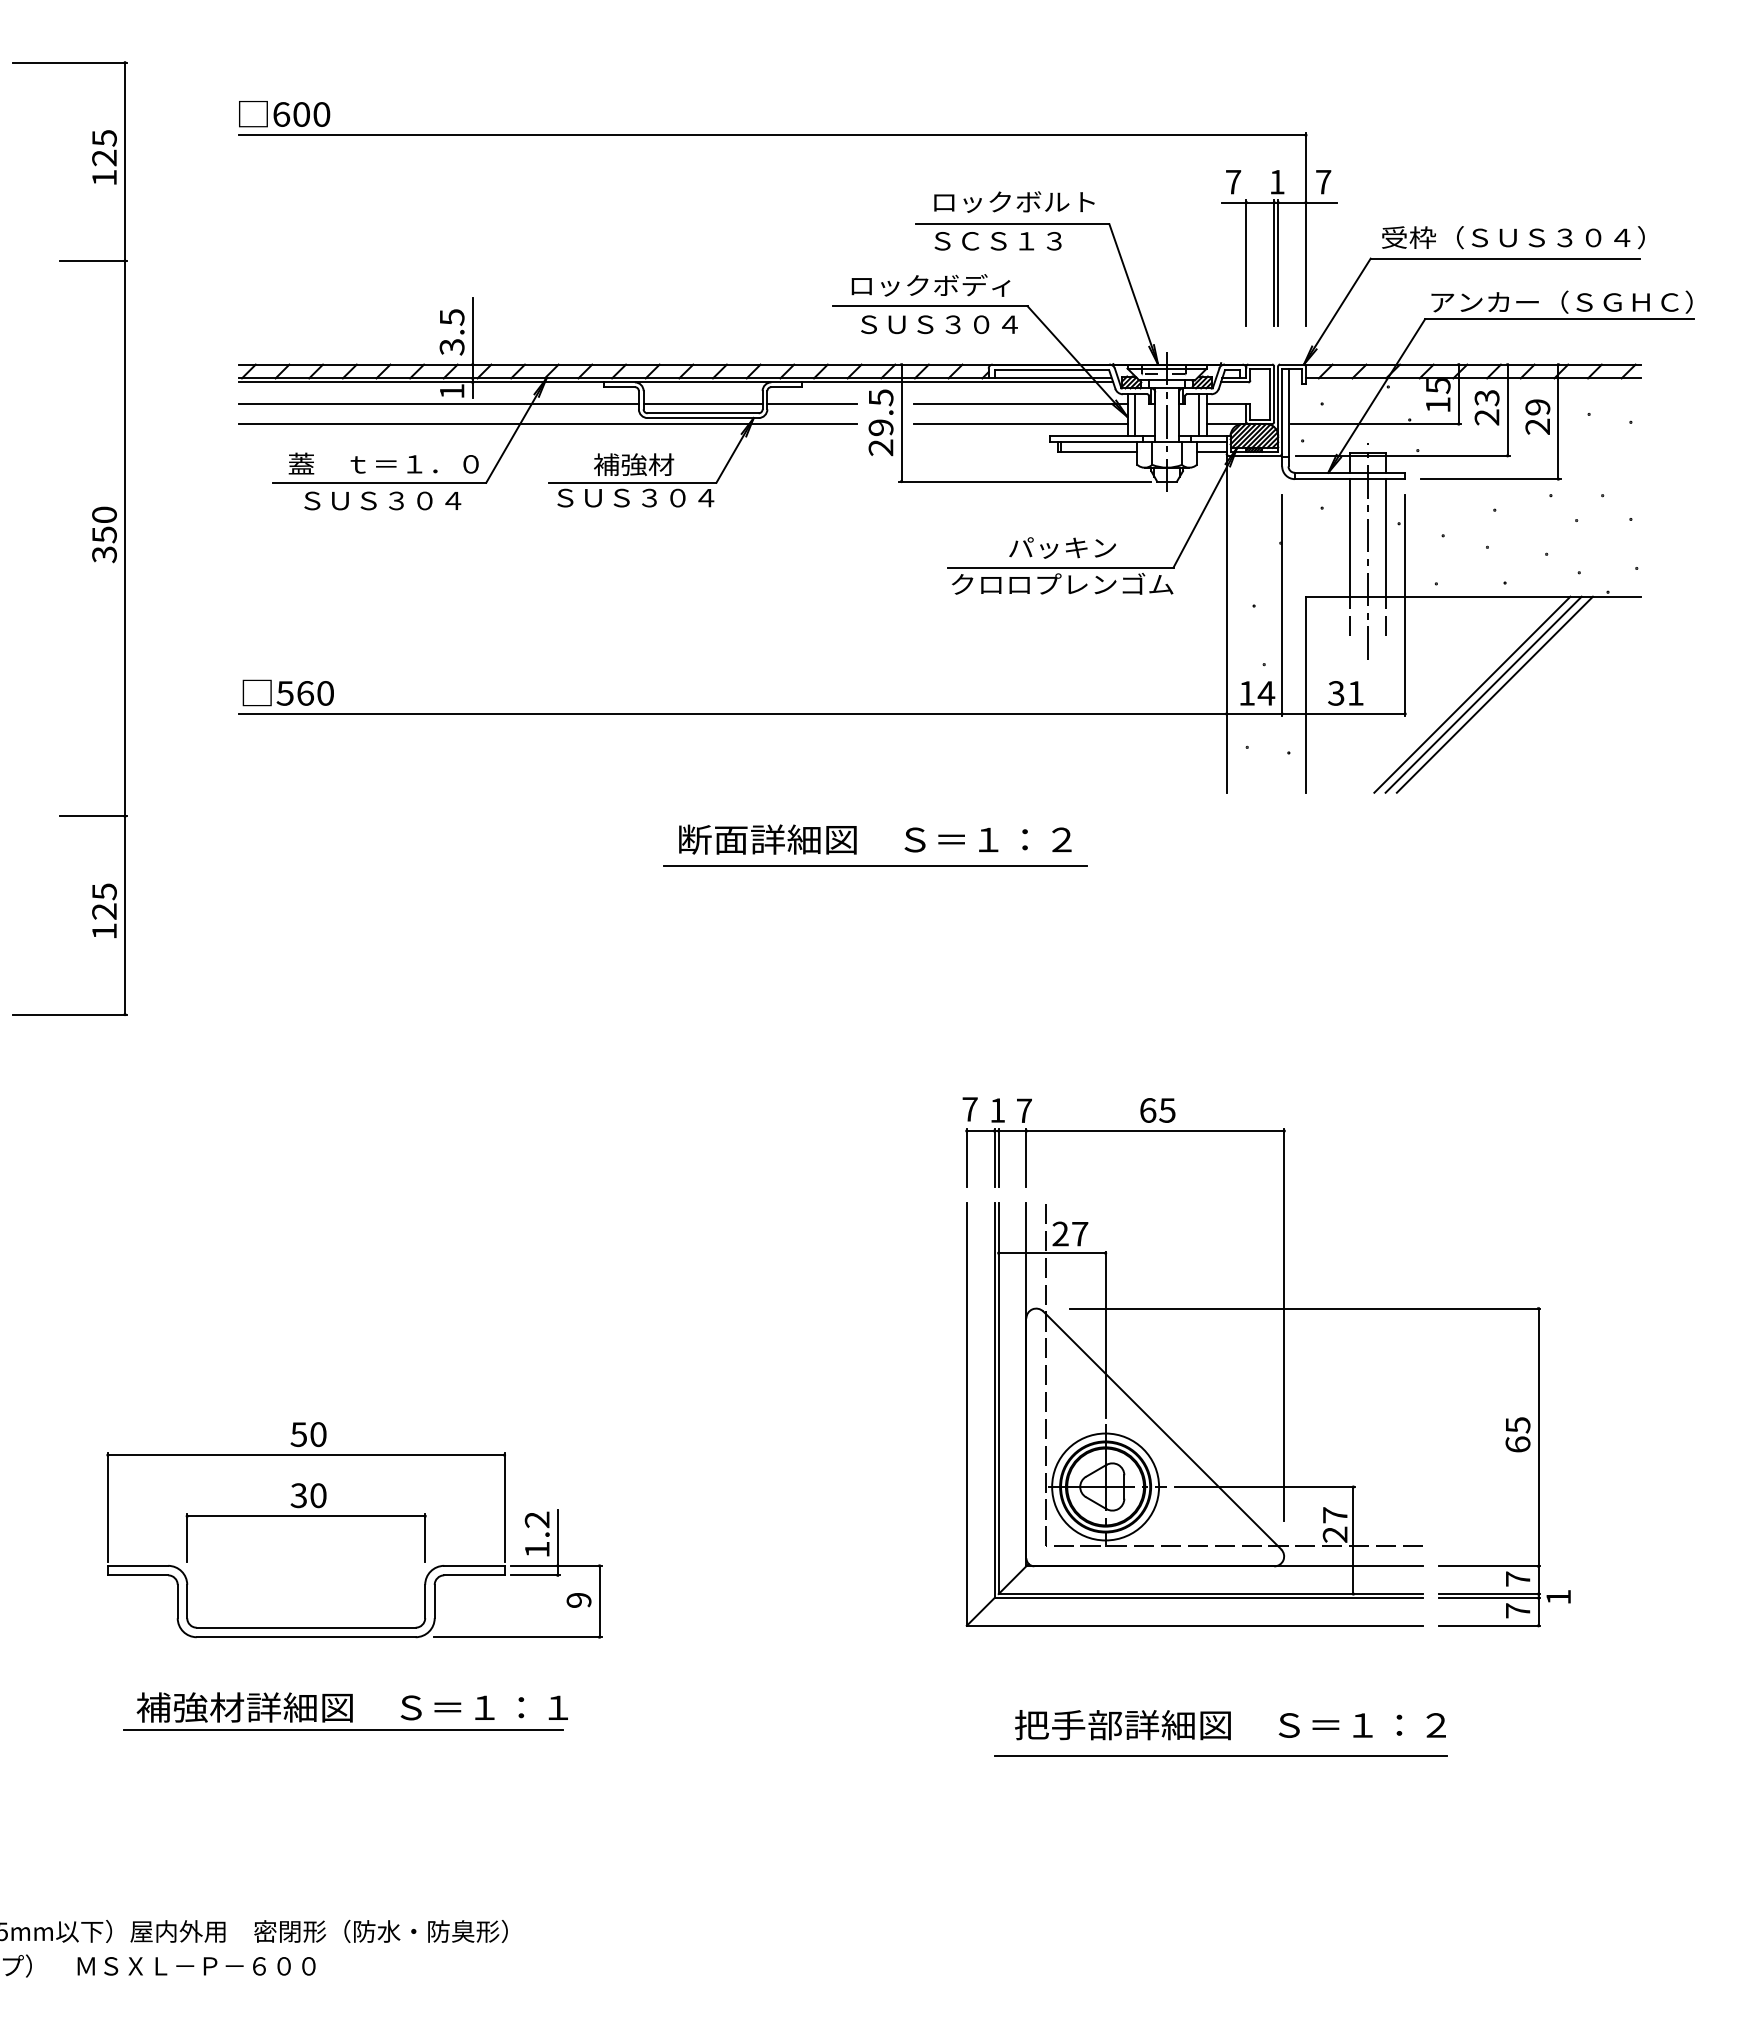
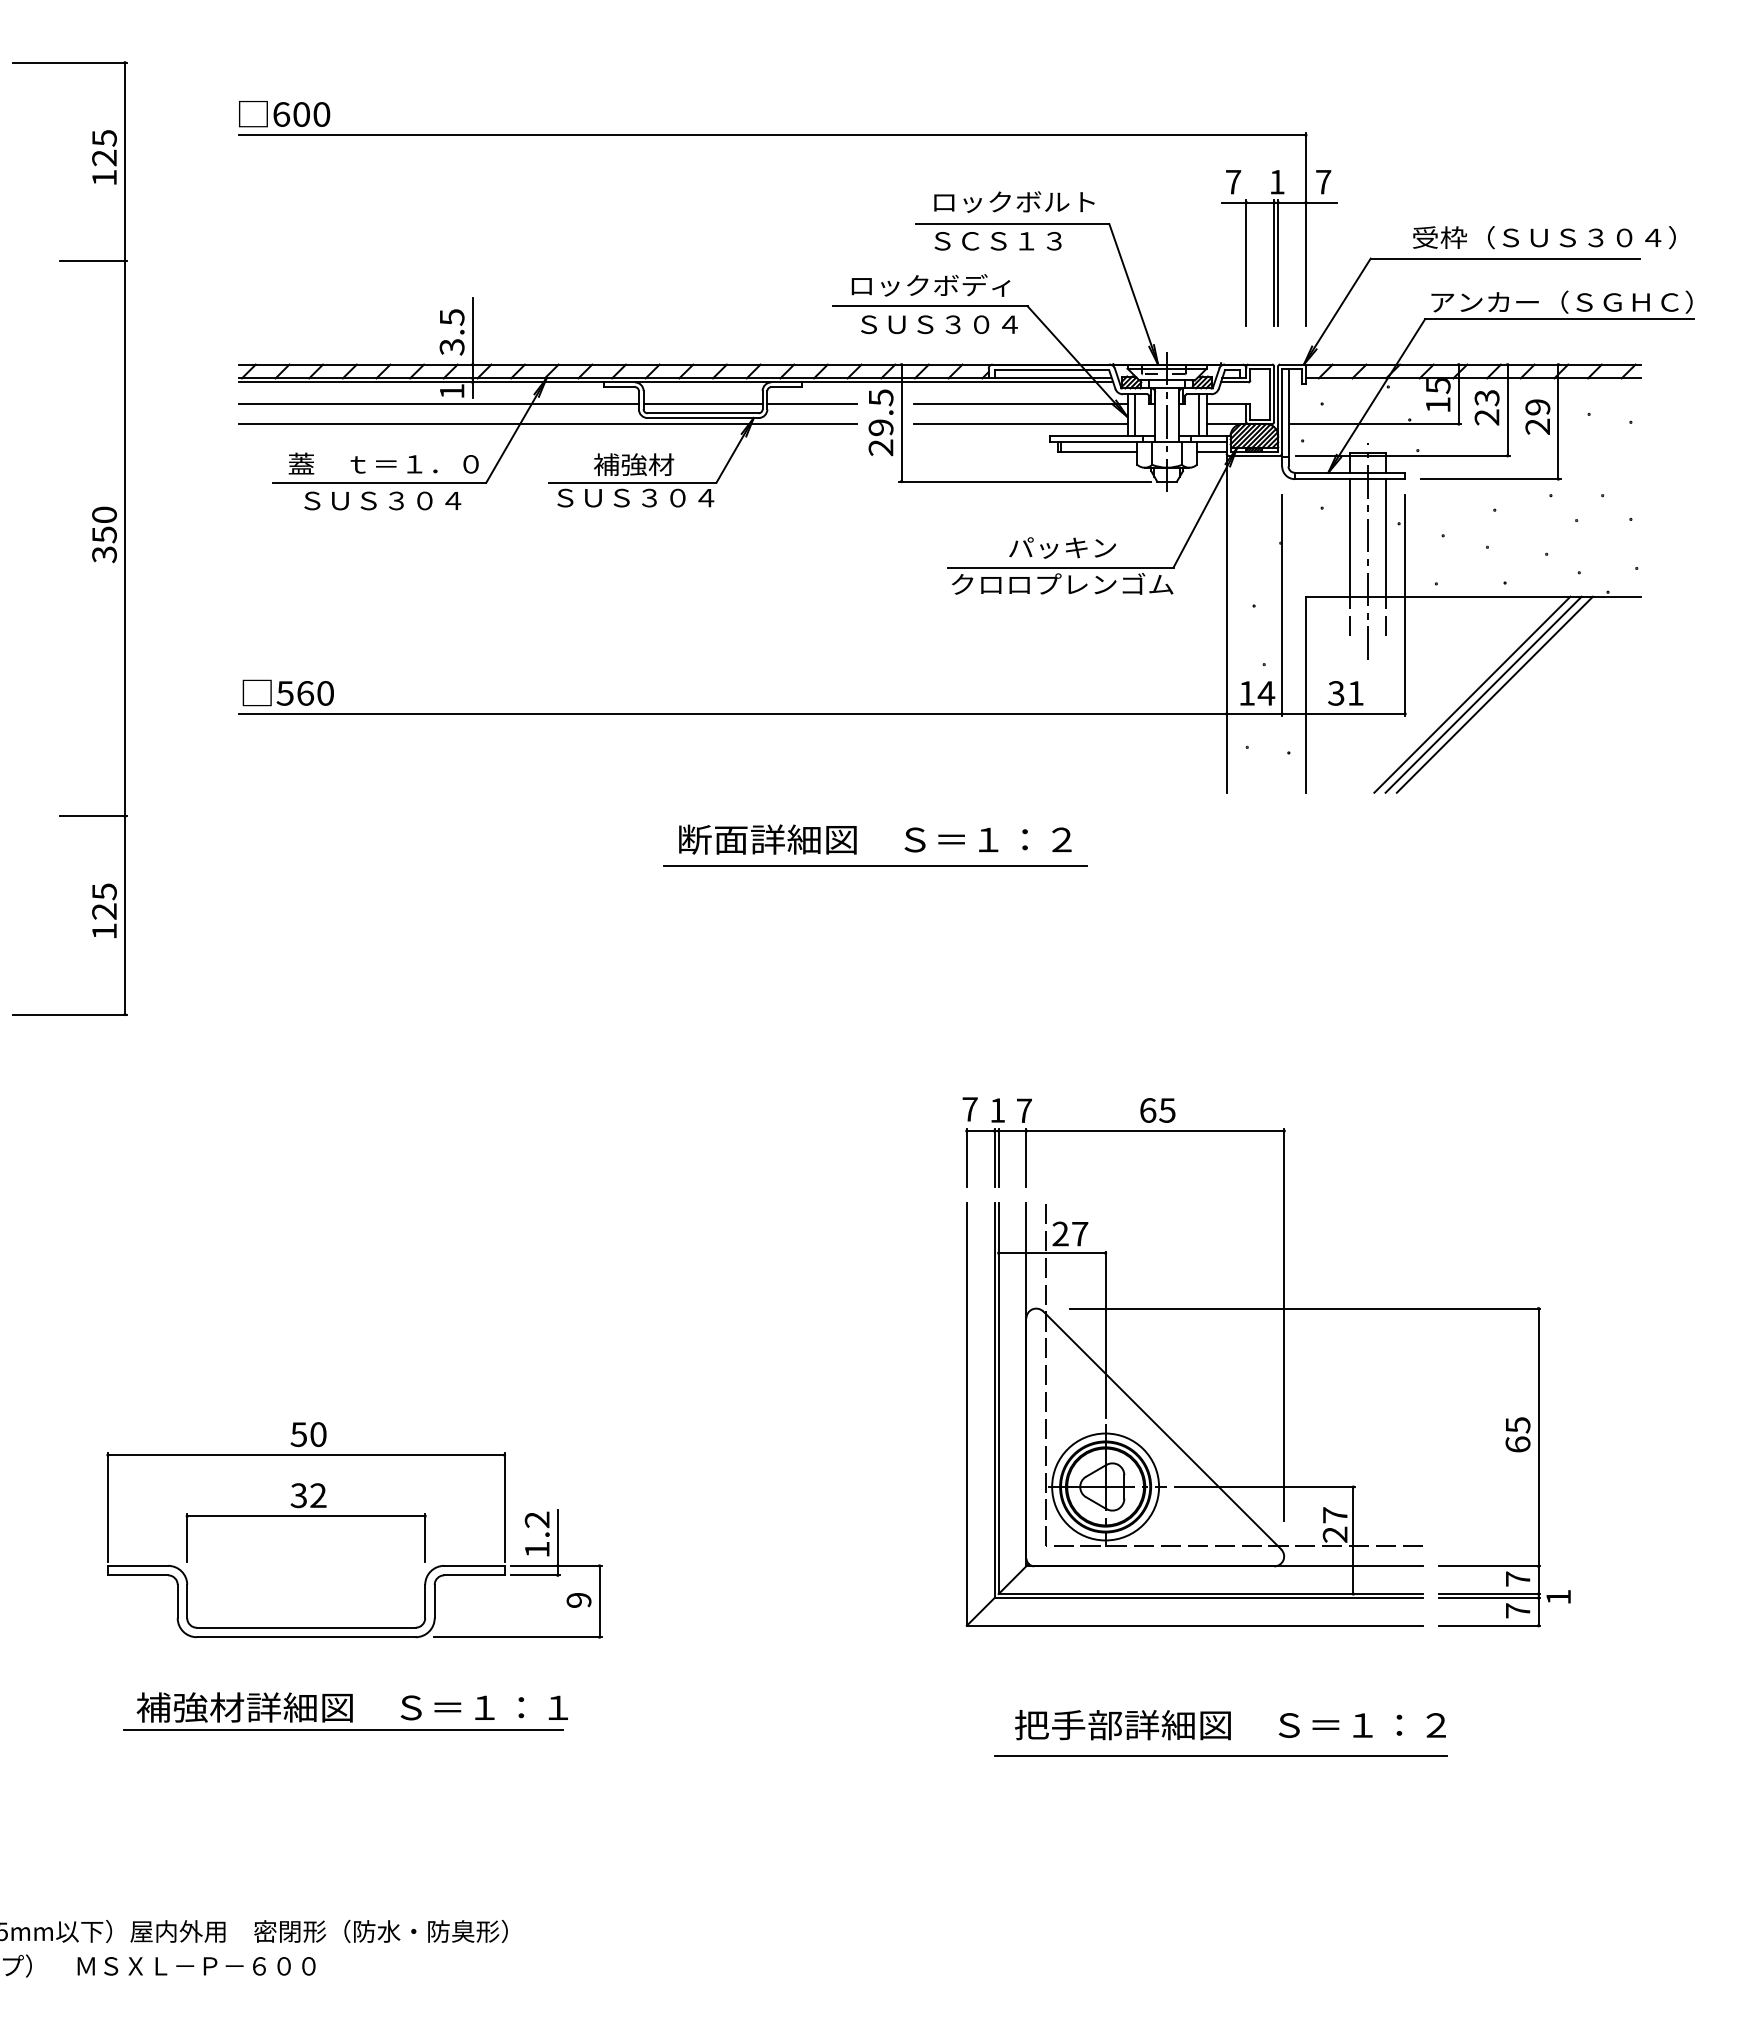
text at (1513, 237) position: (1513, 237) -> (1544, 237)
text at (318, 1495): 30 -> 32
